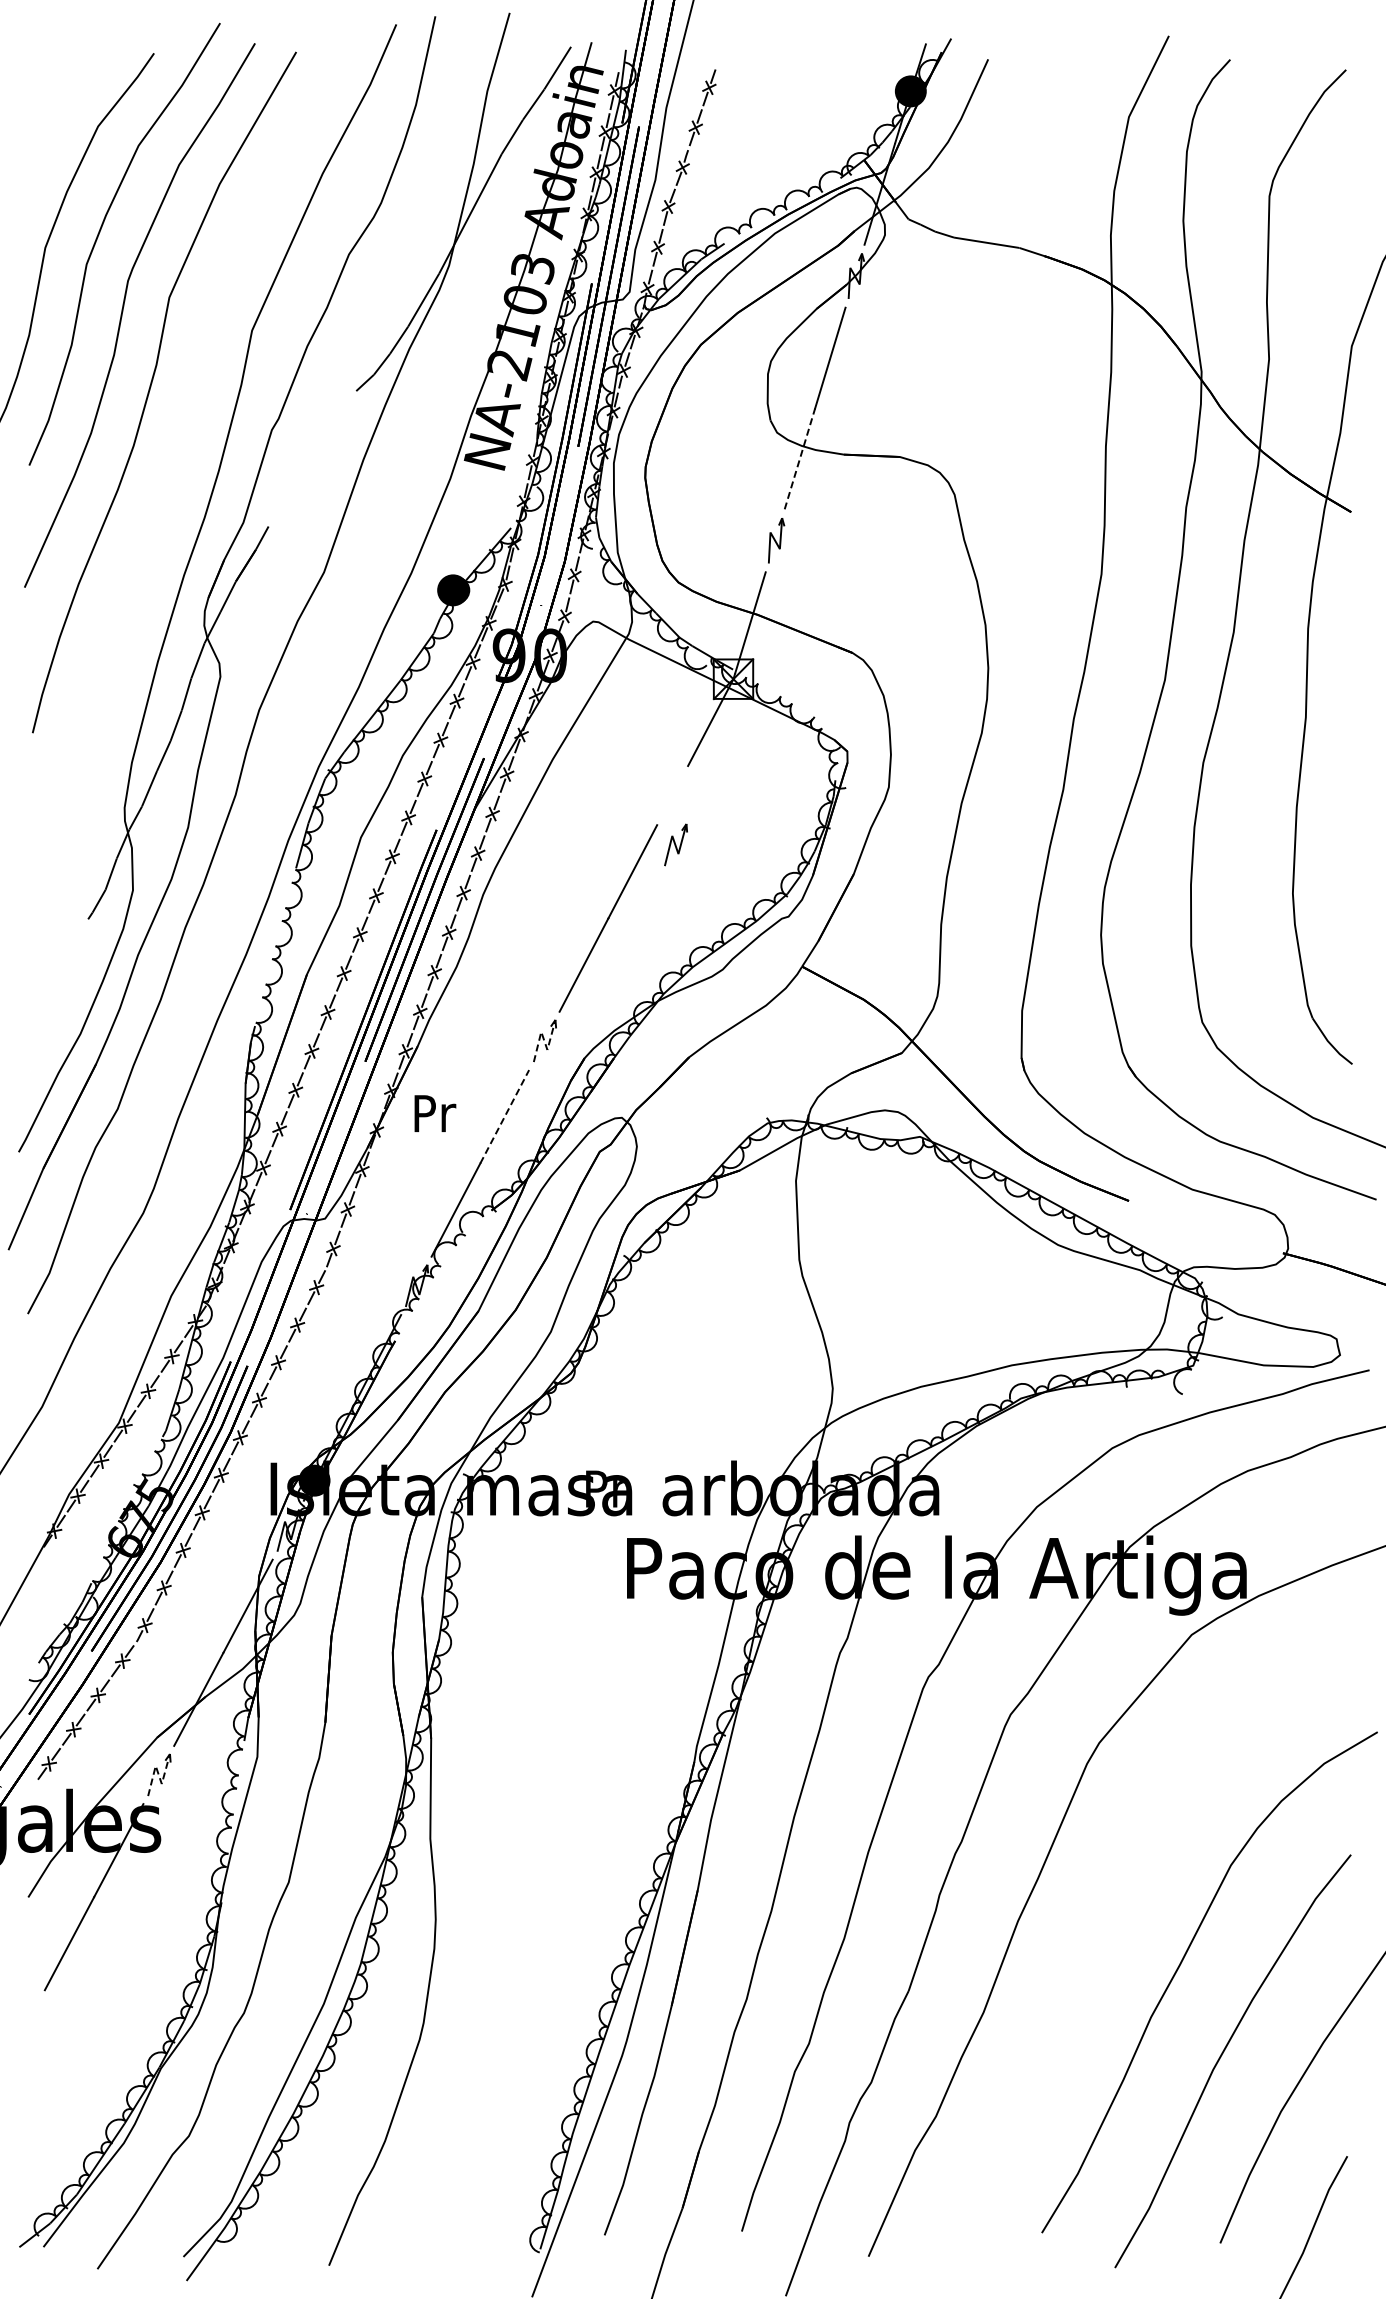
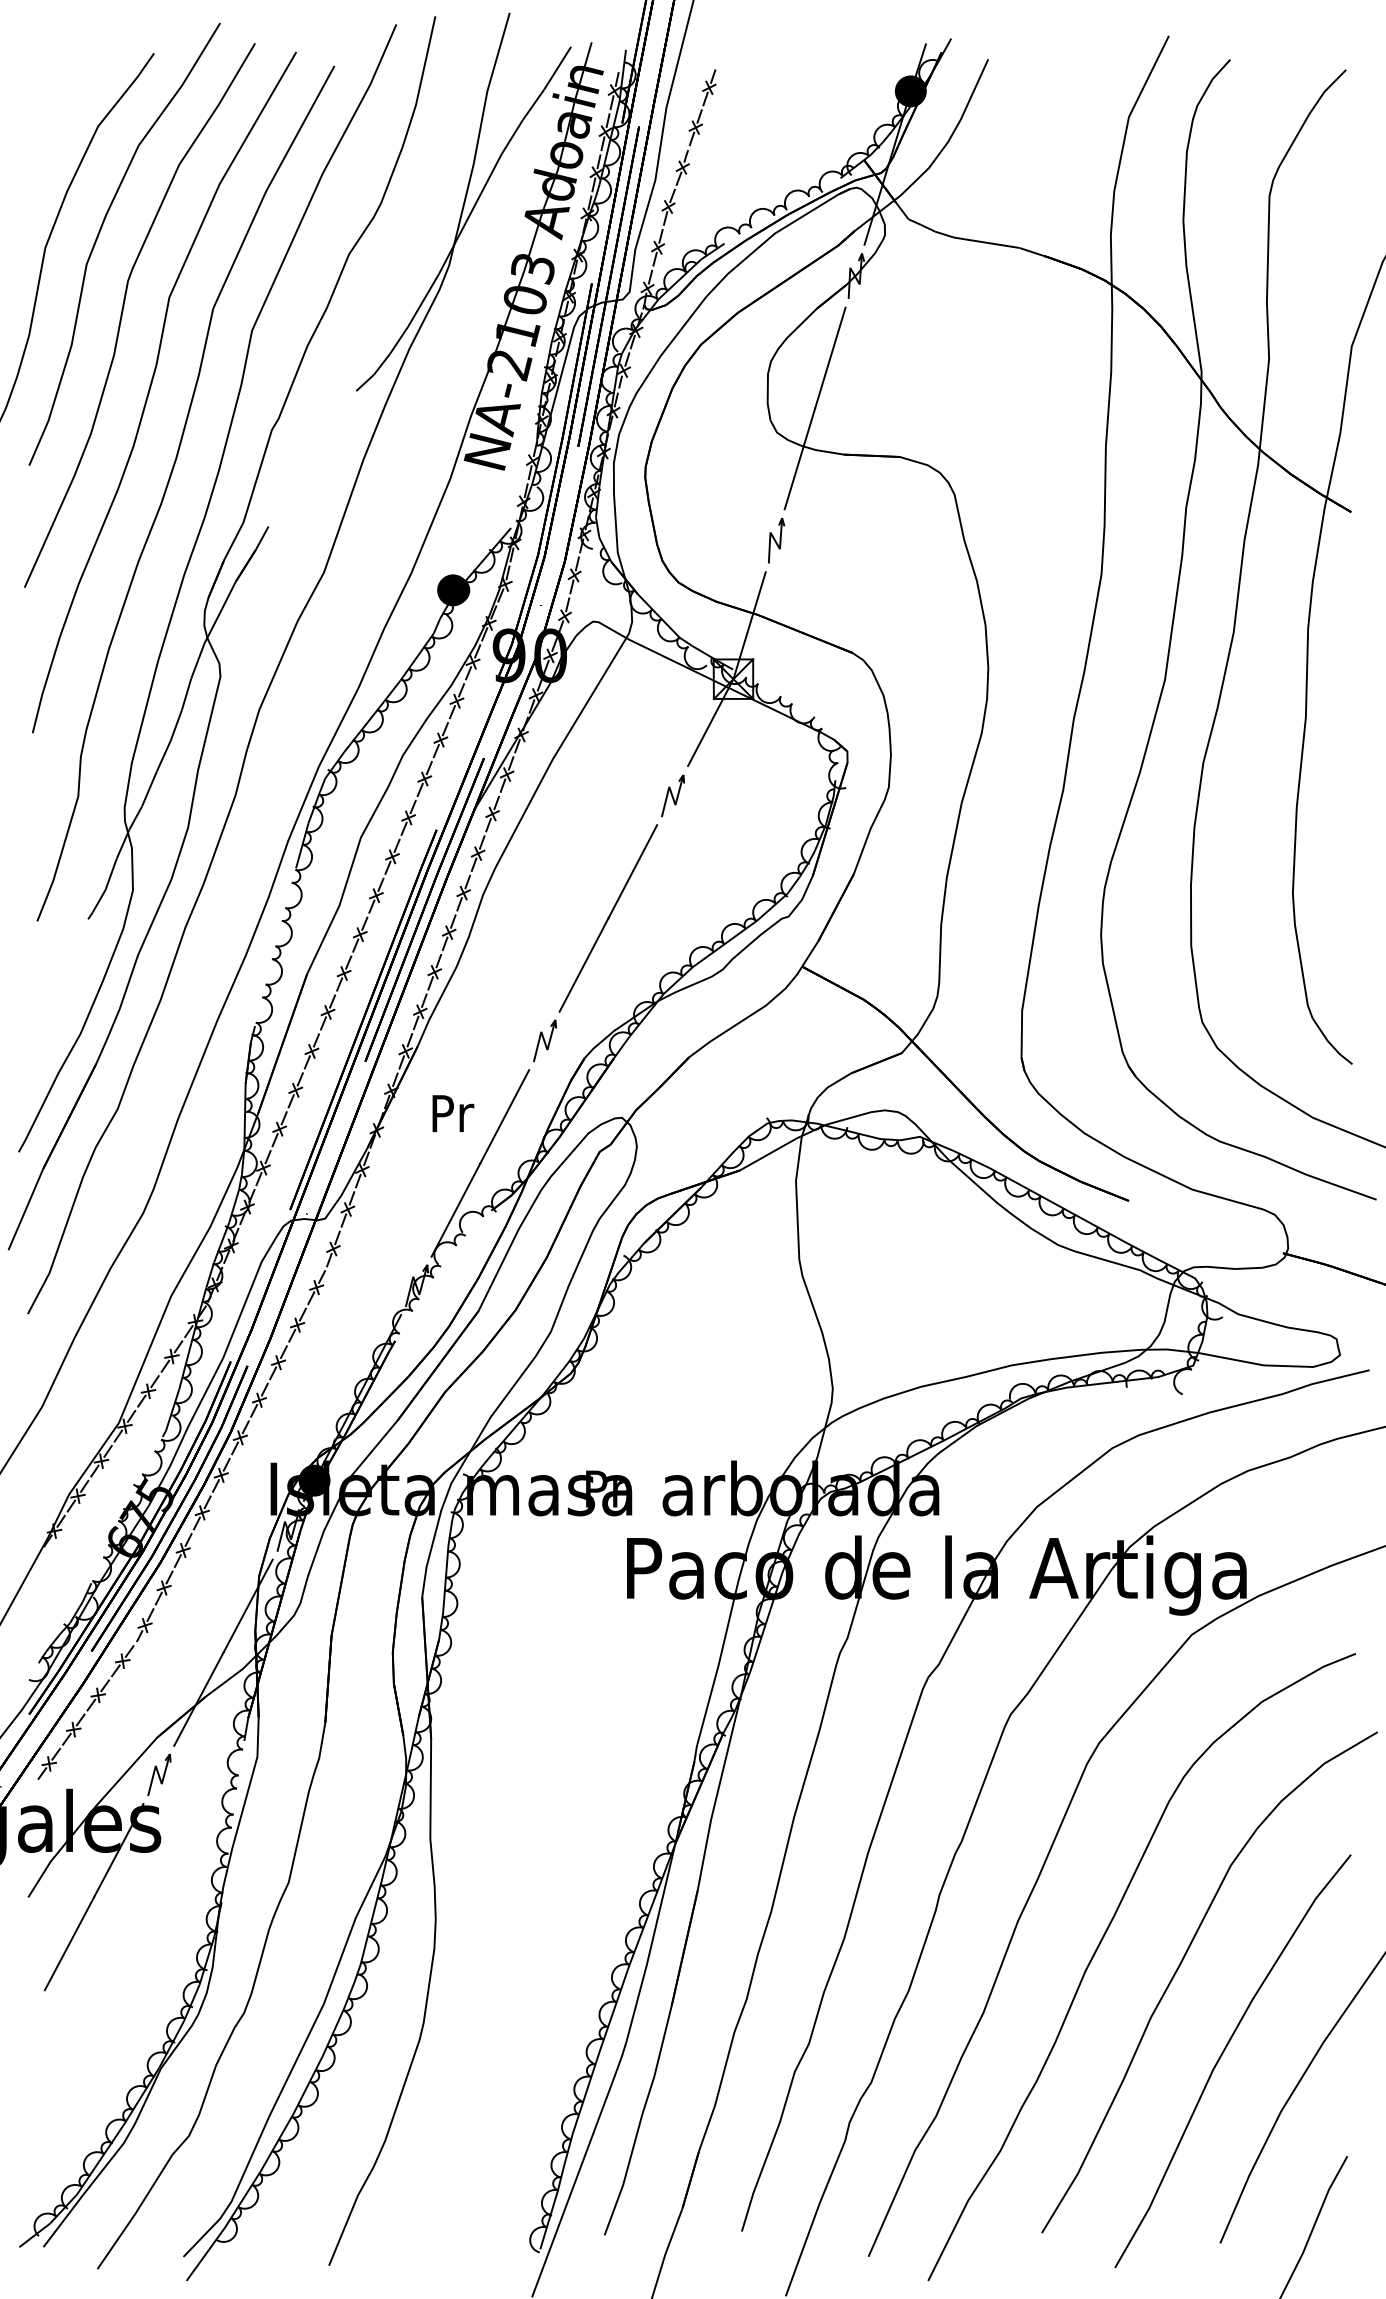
line at (799, 458): dashed -> solid
curve at (167, 488): none -> present
part at (675, 844) position: (675, 844) -> (672, 795)
line at (544, 1040): dashed -> solid
text at (435, 1113) position: (435, 1113) -> (453, 1113)
line at (504, 1116): dashed -> solid
line at (158, 1774): dashed -> solid
curve at (1099, 1946): none -> present
